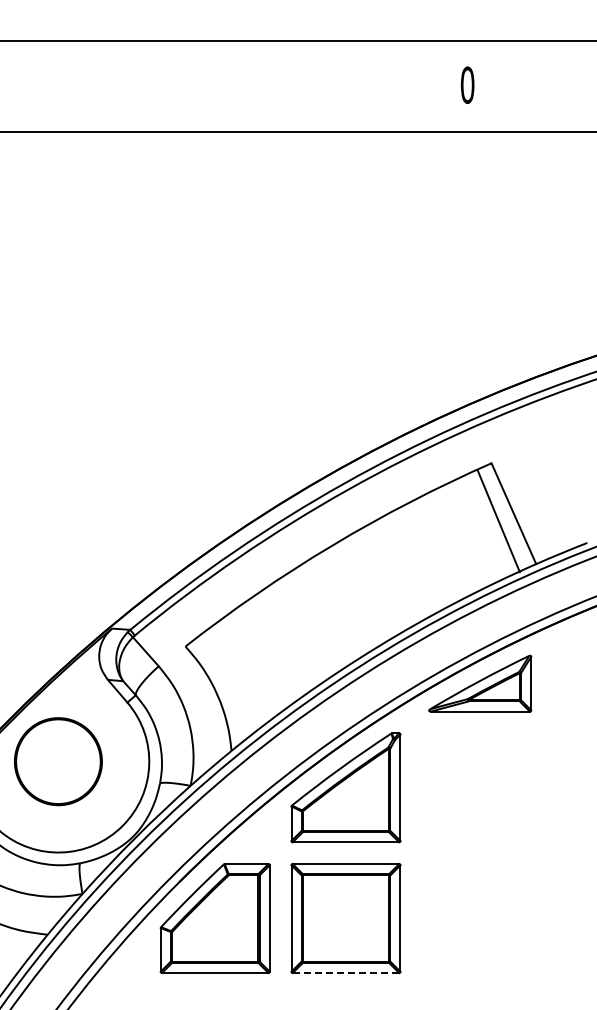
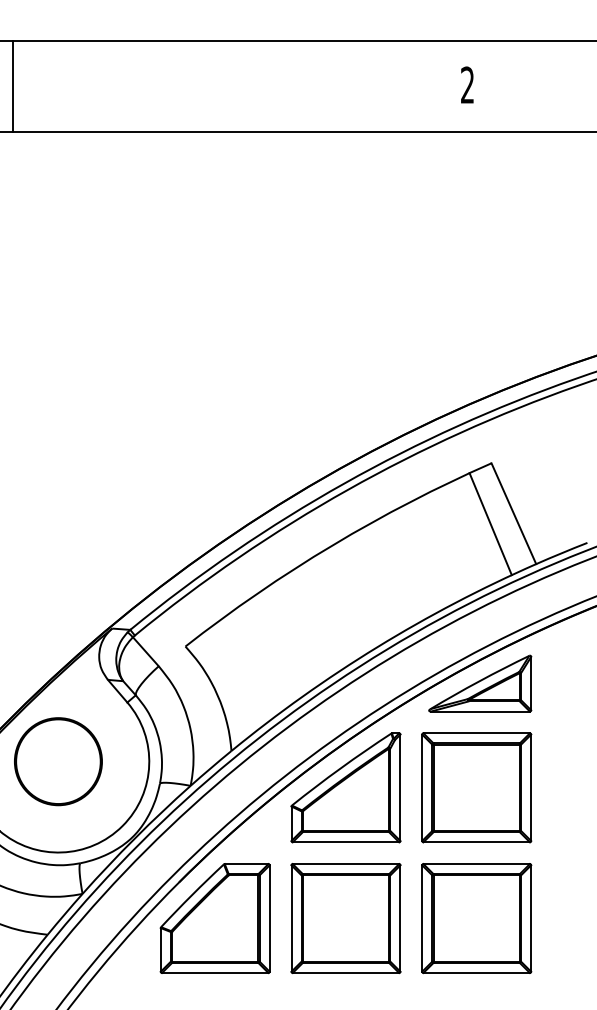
text at (467, 84): 0 -> 2
line at (13, 85): none -> present
line at (498, 521) position: (498, 521) -> (490, 524)
part at (476, 787): none -> present
part at (476, 918): none -> present
line at (346, 973): dashed -> solid
